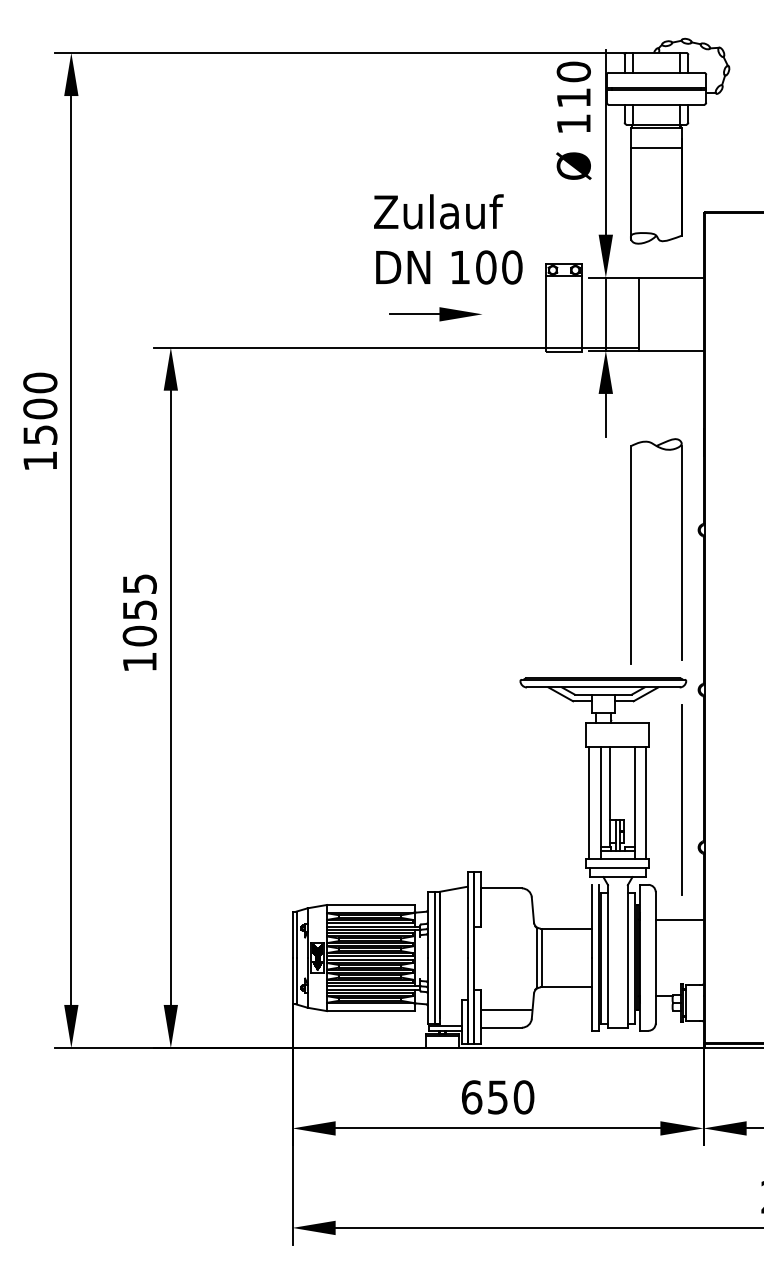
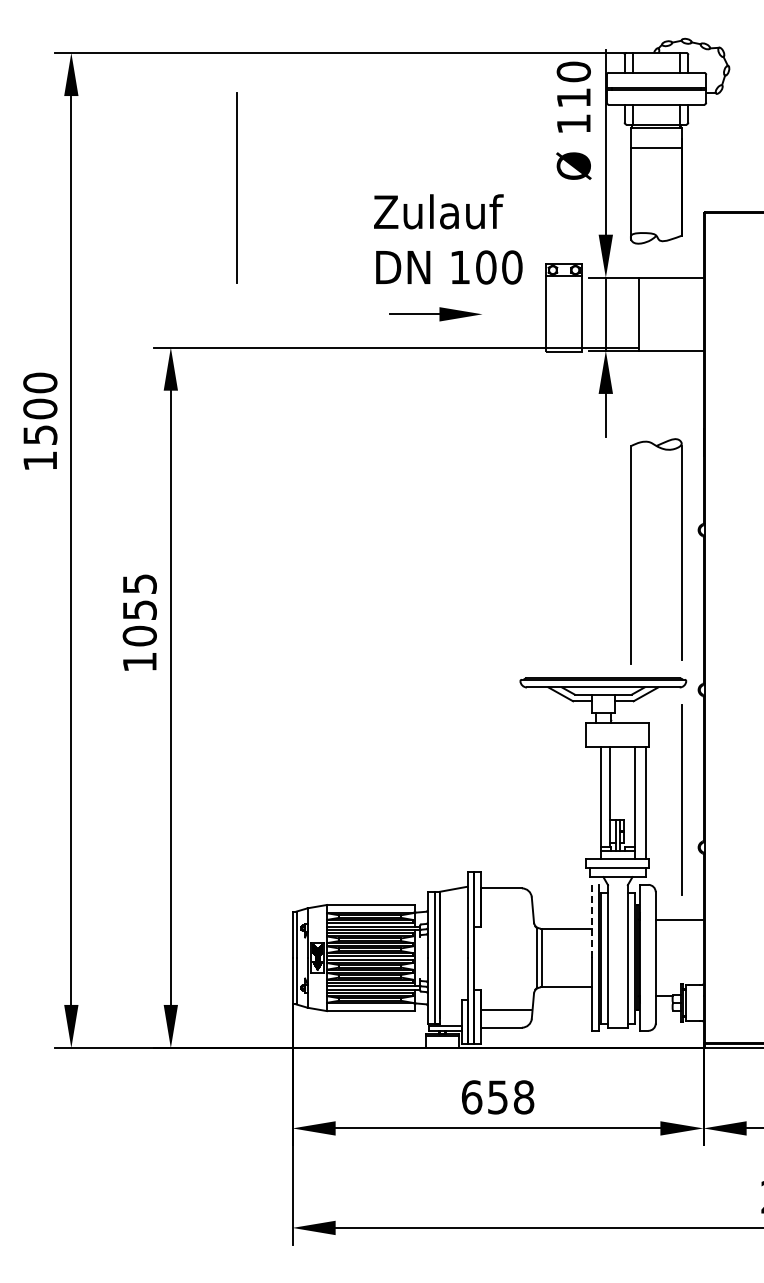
line at (236, 187): none -> present
line at (589, 802): present -> none
line at (592, 921): solid -> dashed
text at (523, 1097): 650 -> 658
